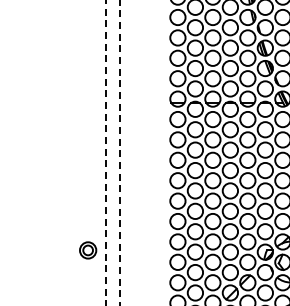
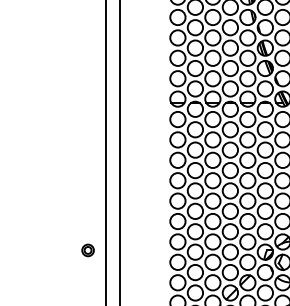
line at (105, 152): dashed -> solid
line at (119, 152): dashed -> solid
part at (88, 250) size: 19x19 px -> 14x15 px
